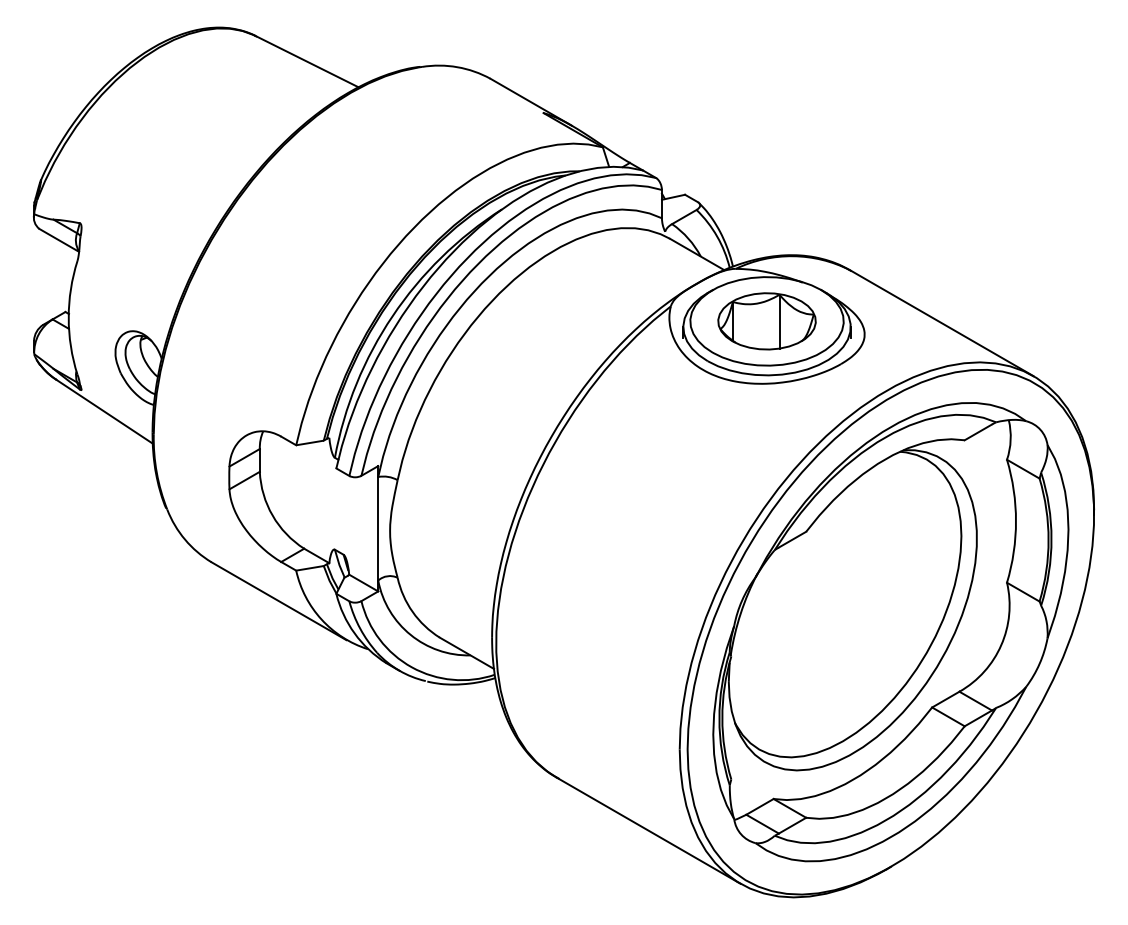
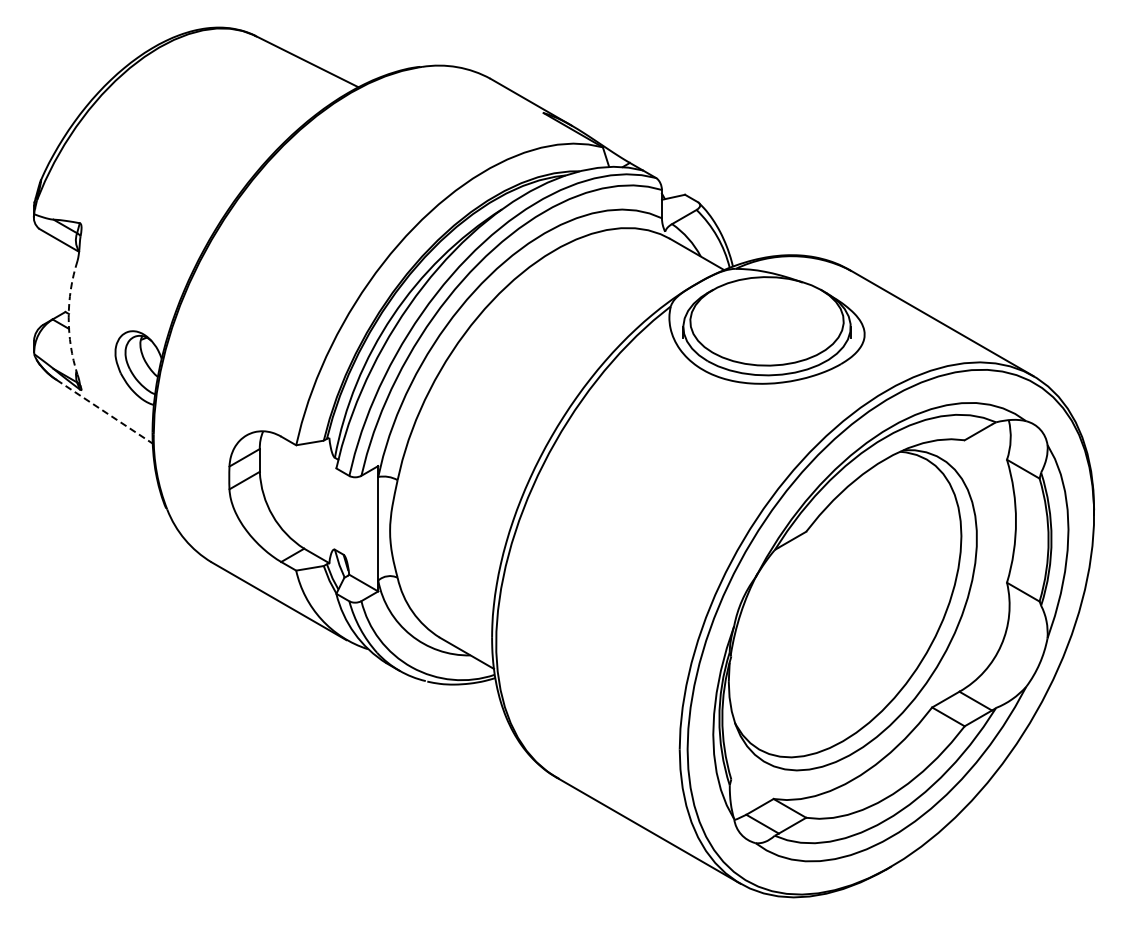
arc at (68, 317): solid -> dashed
part at (766, 321): present -> none
line at (104, 411): solid -> dashed
